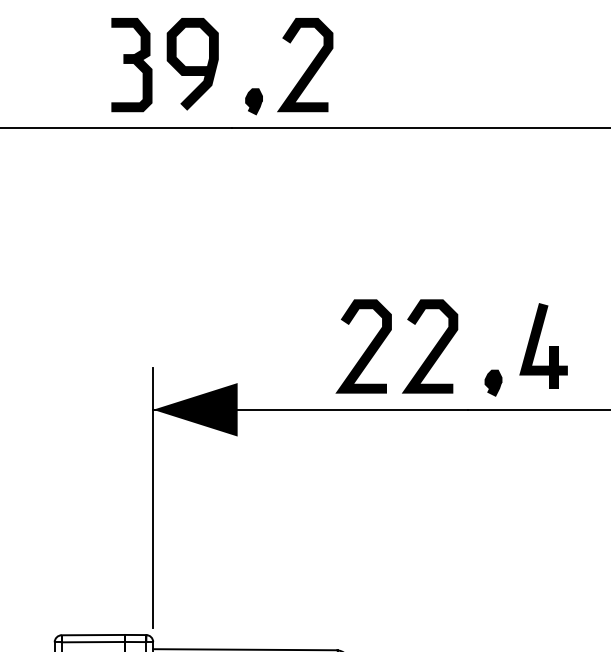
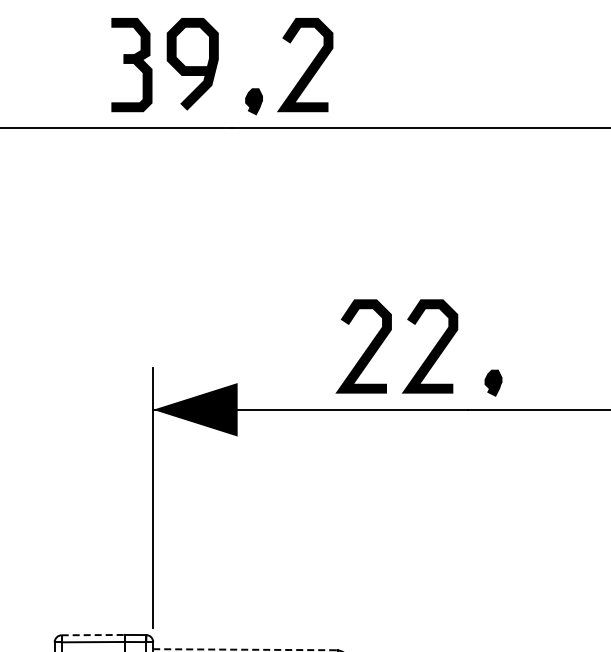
part at (543, 345): present -> none
line at (93, 635): solid -> dashed
line at (244, 649): solid -> dashed
